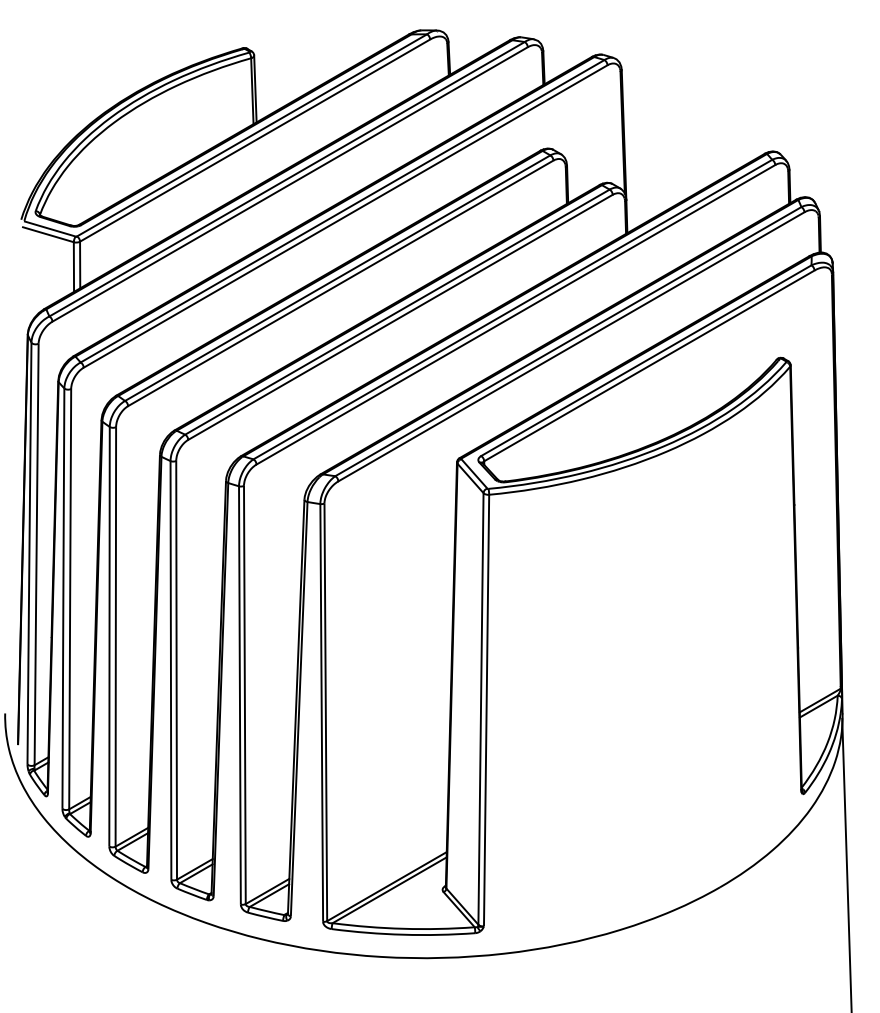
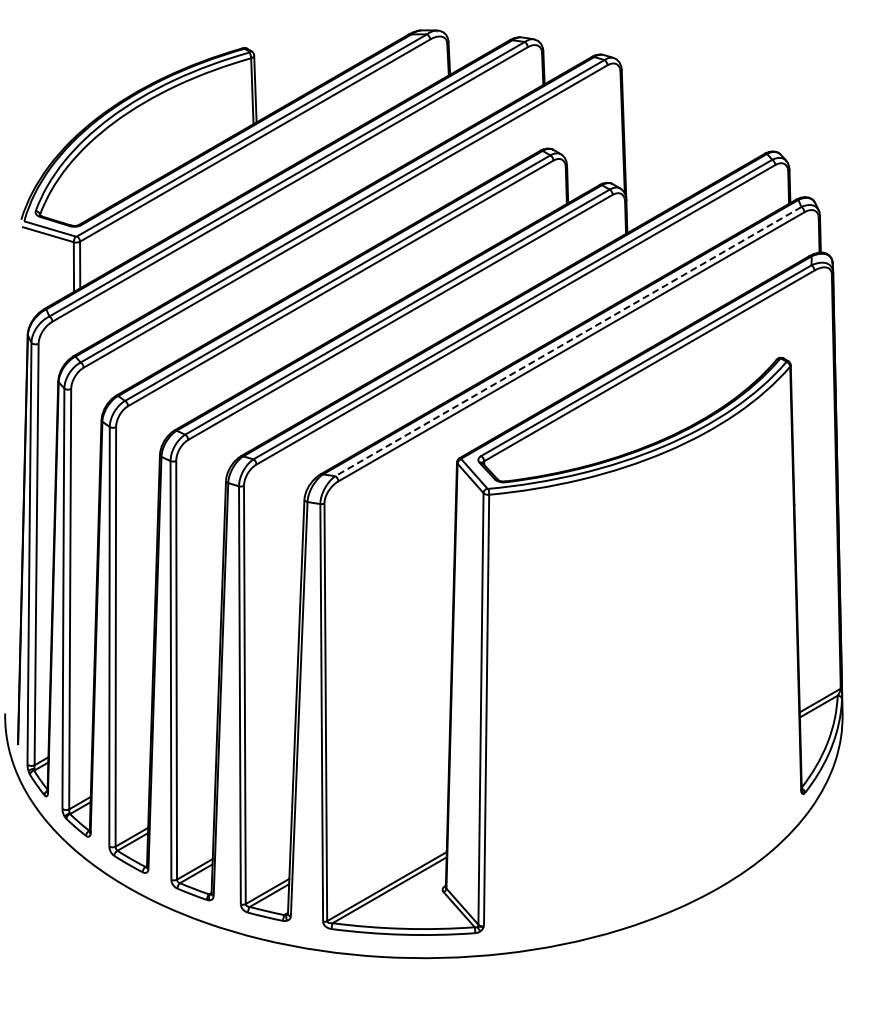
line at (567, 341): solid -> dashed
line at (846, 863): present -> none
